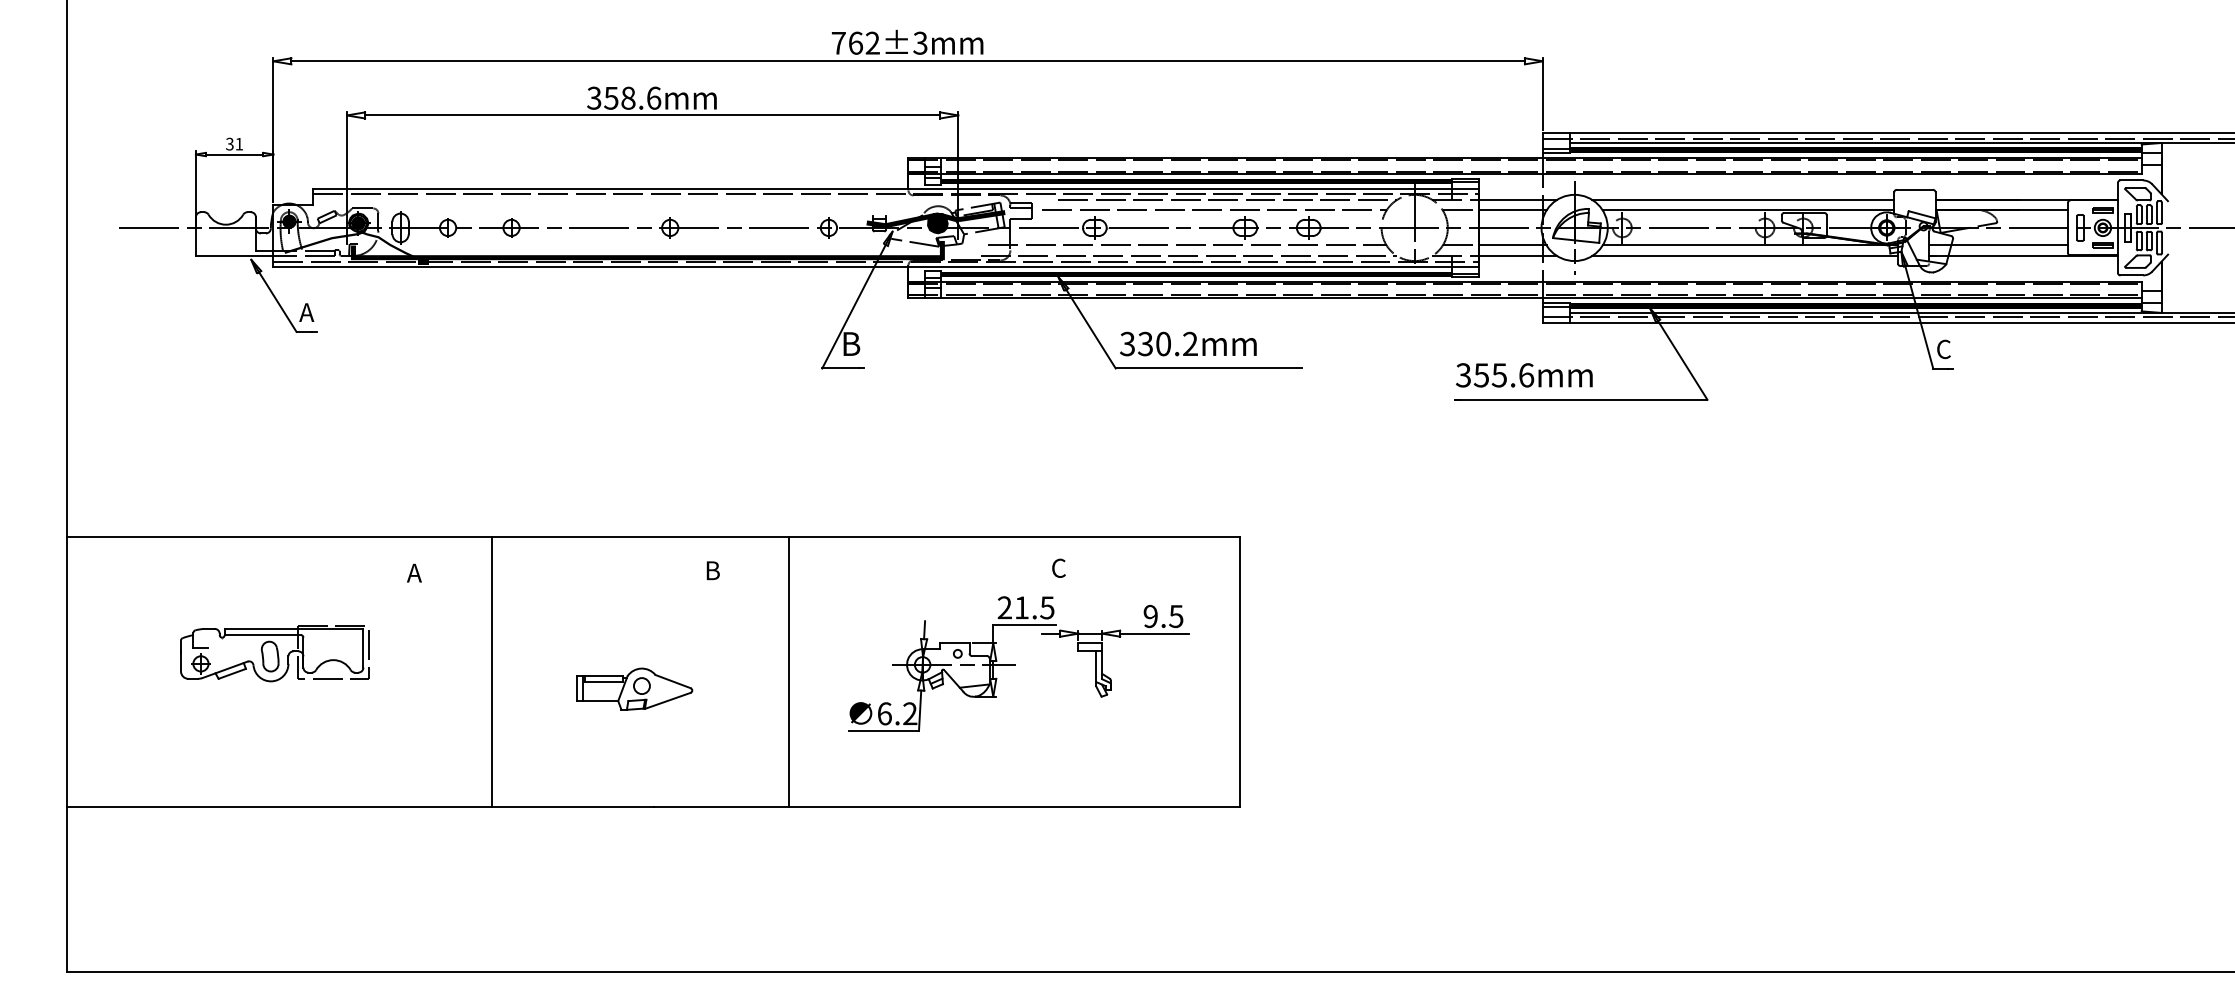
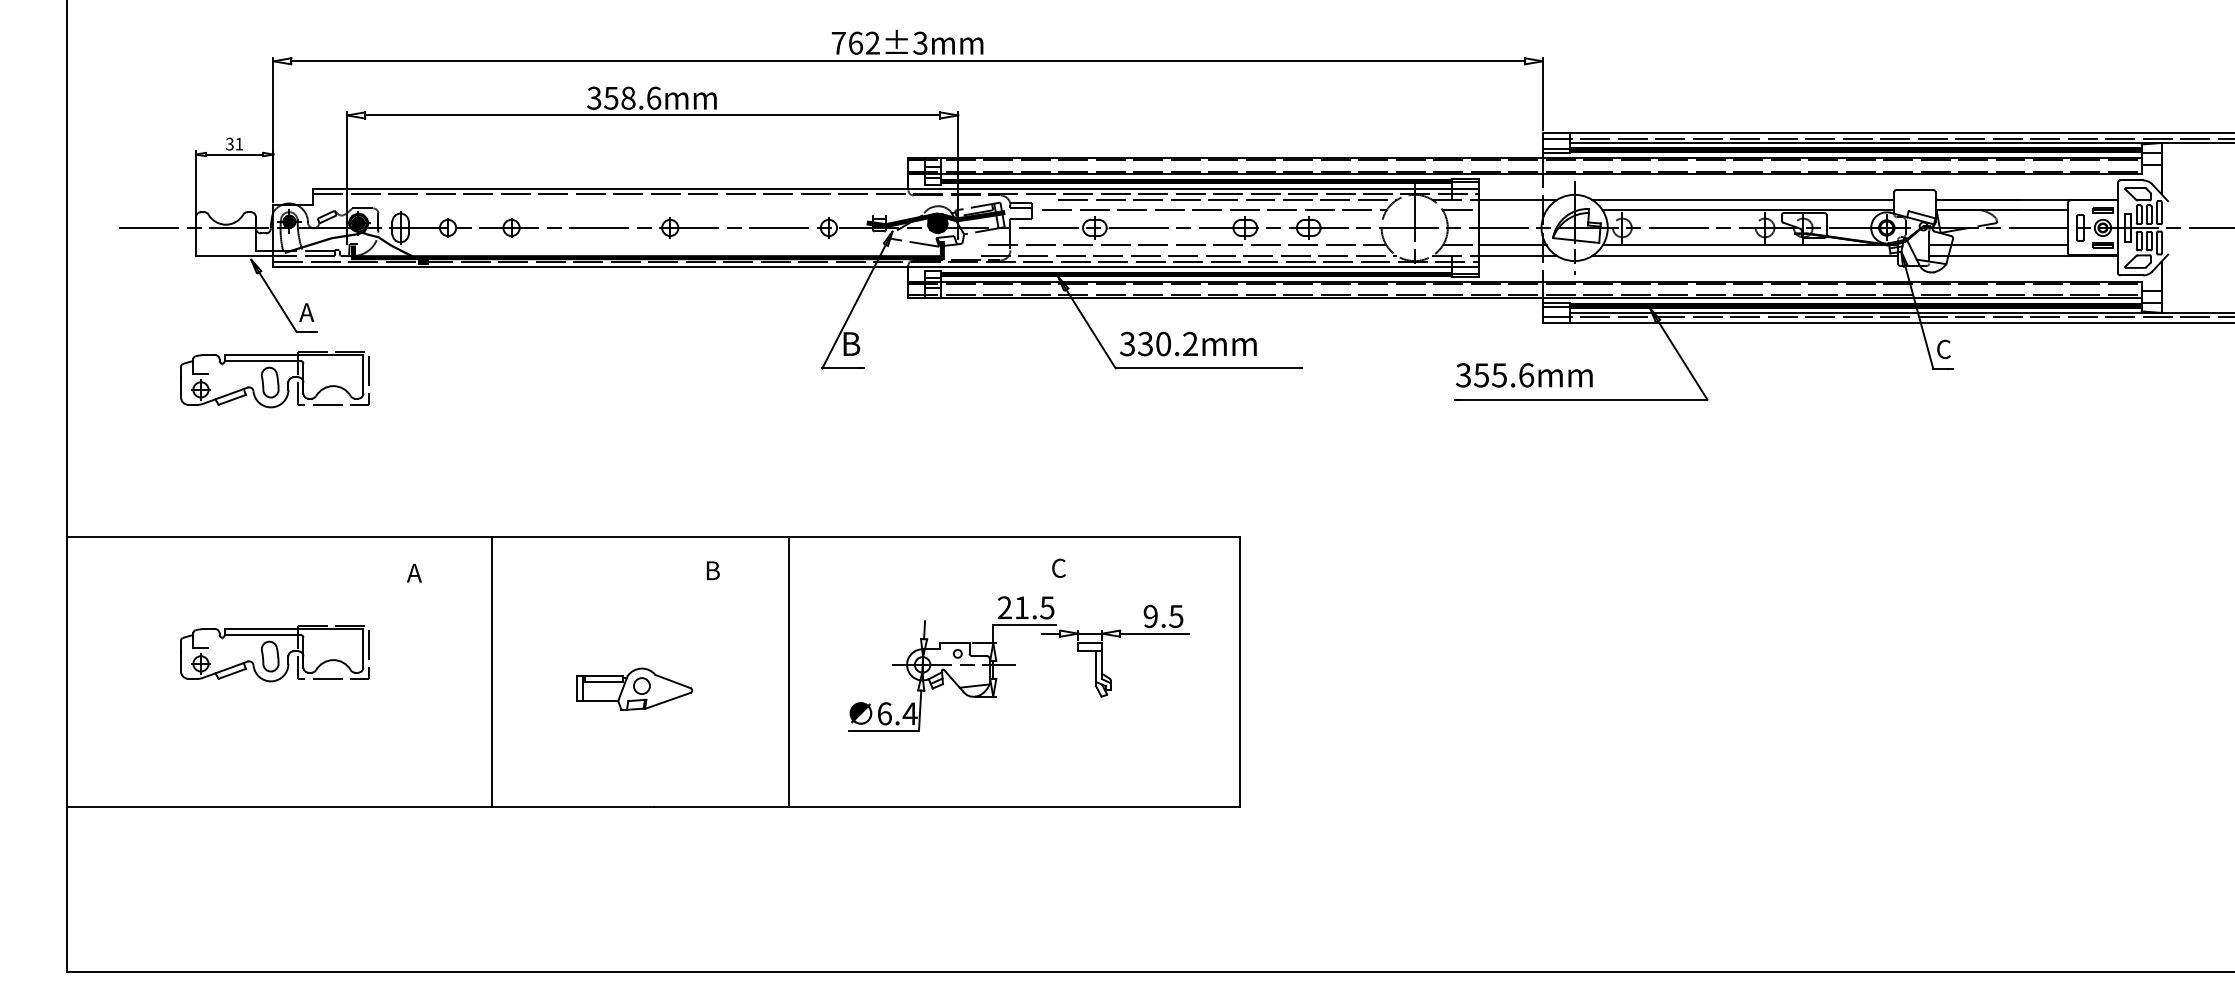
line at (1512, 210): present -> none
part at (274, 379): none -> present
text at (909, 713): 6.2 -> 6.4
